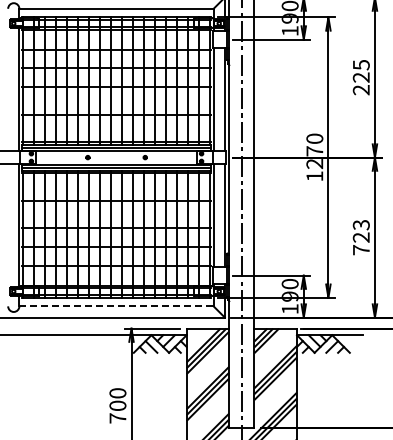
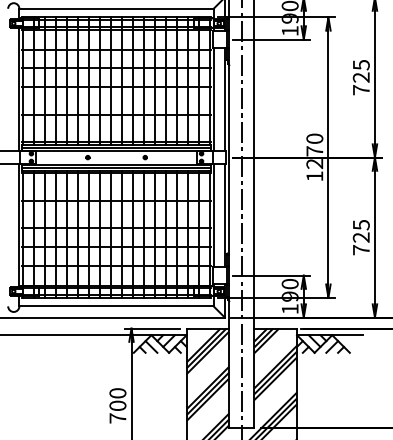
text at (360, 90): 225 -> 725
text at (360, 224): 723 -> 725
line at (117, 306): dashed -> solid
